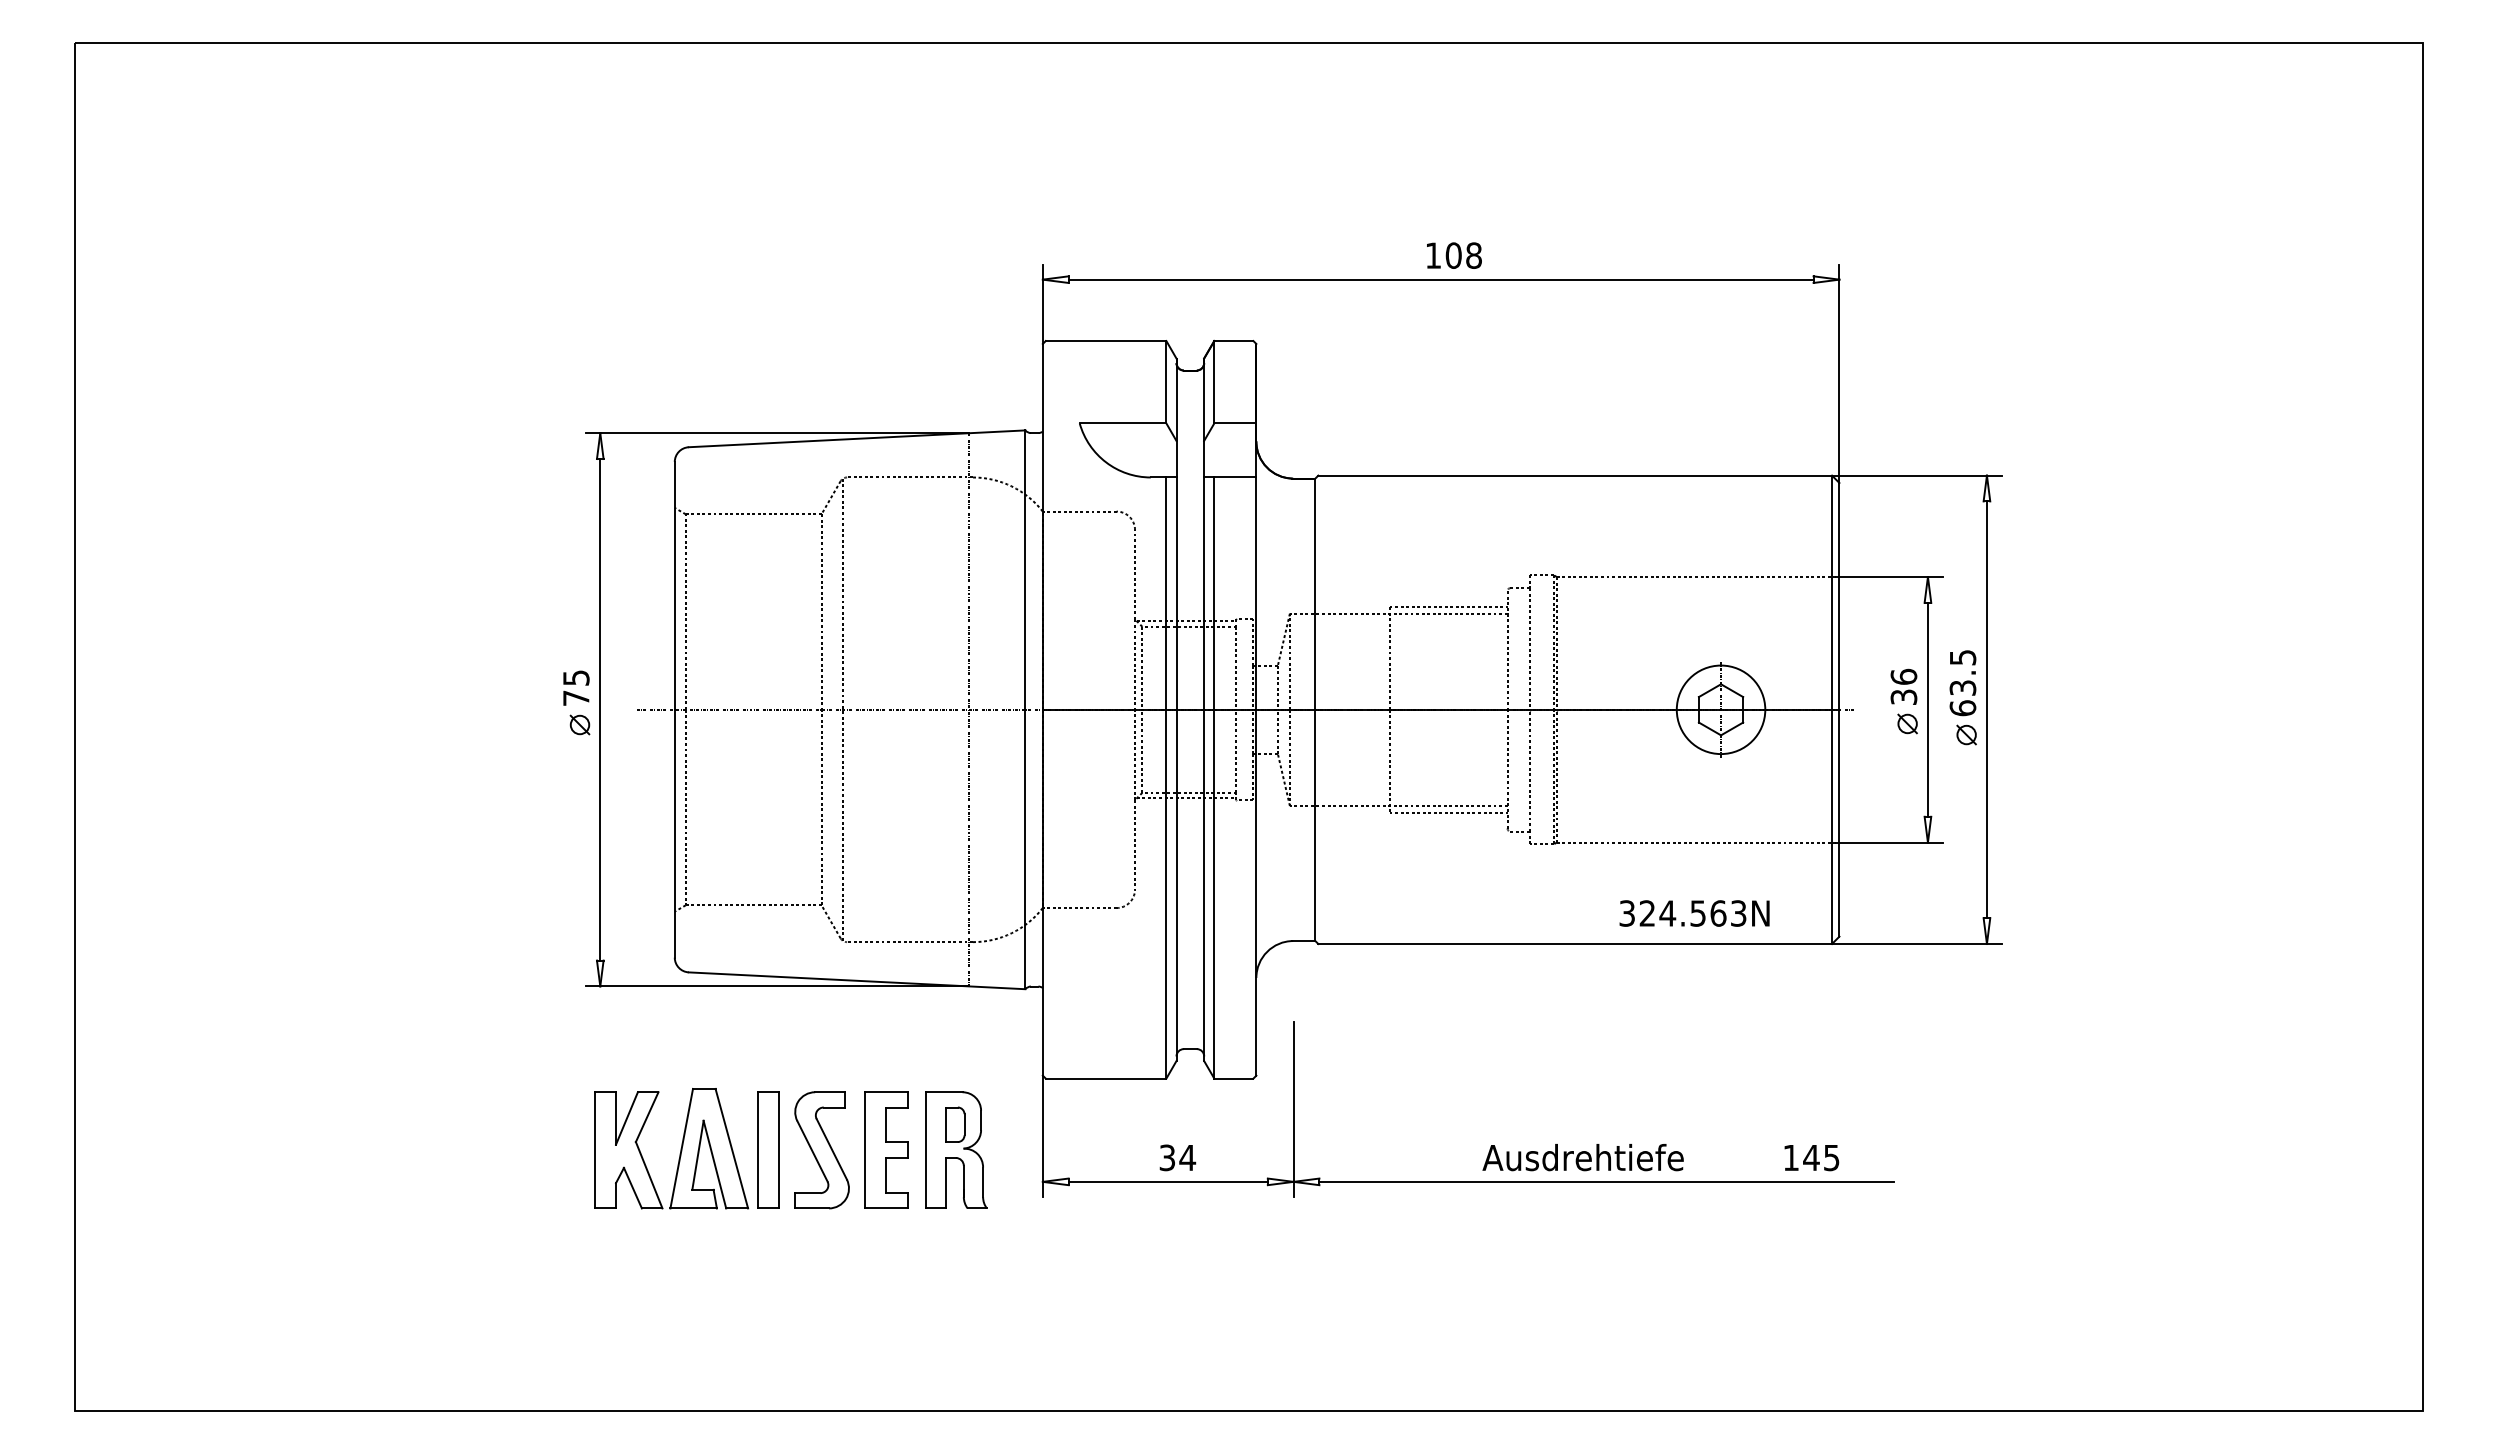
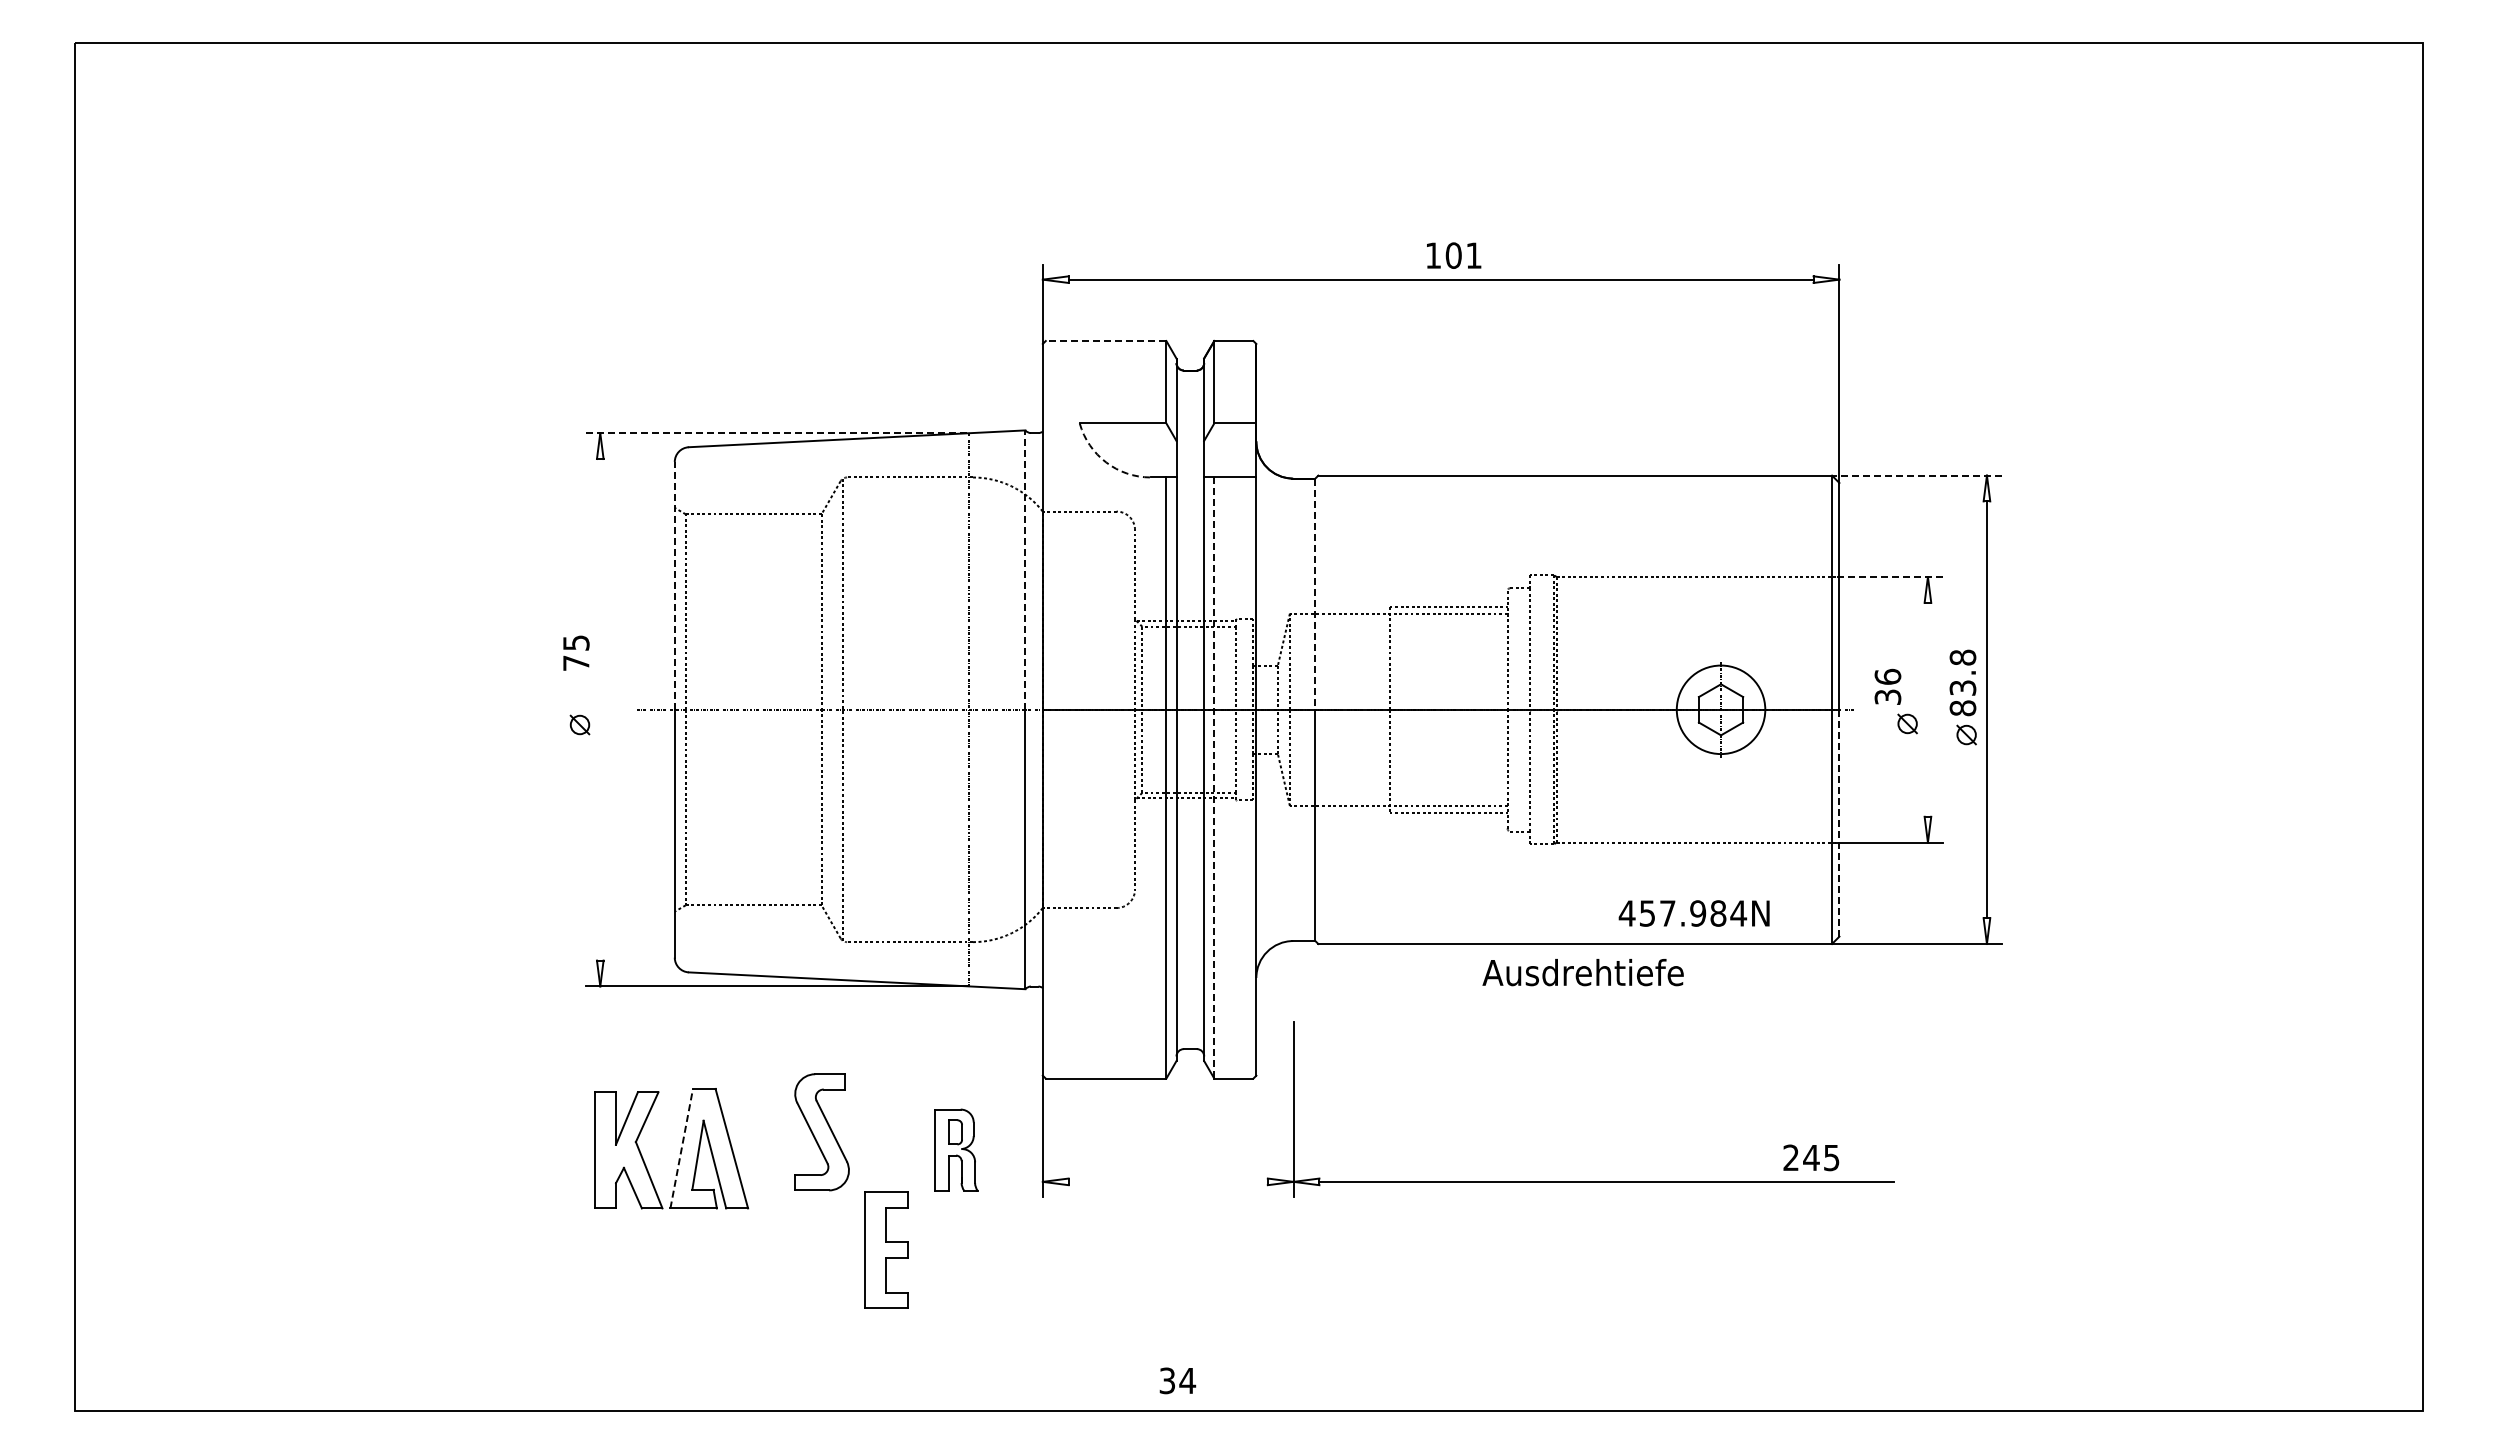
text at (1473, 255): 108 -> 101
line at (1105, 341): solid -> dashed
line at (777, 433): solid -> dashed
arc at (1106, 462): solid -> dashed
line at (1916, 475): solid -> dashed
line at (1025, 570): solid -> dashed
line at (1888, 577): solid -> dashed
line at (674, 585): solid -> dashed
line at (1315, 594): solid -> dashed
text at (1962, 682): 63.5 -> 83.8
text at (1903, 686) position: (1903, 686) -> (1887, 686)
text at (576, 687) position: (576, 687) -> (576, 652)
line at (600, 709): present -> none
line at (1927, 709): present -> none
line at (1214, 778): solid -> dashed
line at (1839, 823): solid -> dashed
text at (1682, 913): 324.563N -> 457.984N
line at (681, 1148): solid -> dashed
part at (768, 1149): present -> none
part at (886, 1149) position: (886, 1149) -> (886, 1249)
part at (956, 1149) size: 63x118 px -> 45x84 px
part at (821, 1150) position: (821, 1150) -> (821, 1132)
text at (1177, 1157) position: (1177, 1157) -> (1177, 1380)
text at (1582, 1157) position: (1582, 1157) -> (1582, 972)
text at (1790, 1157): 145 -> 245
line at (1167, 1181): present -> none
